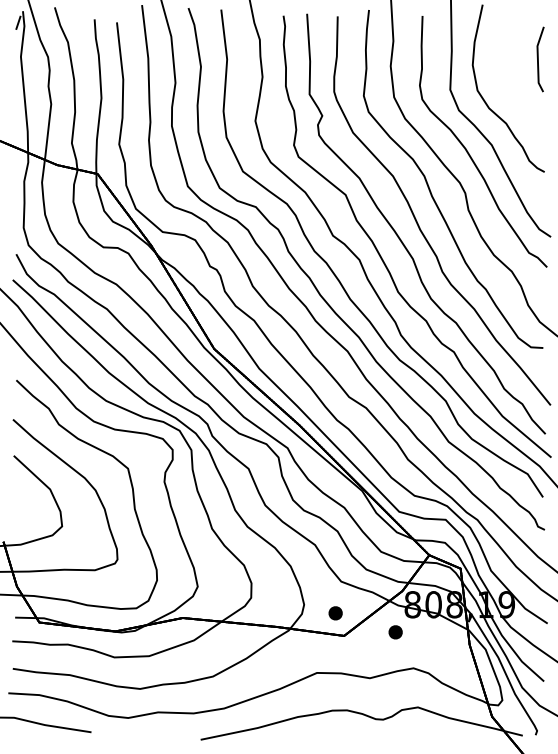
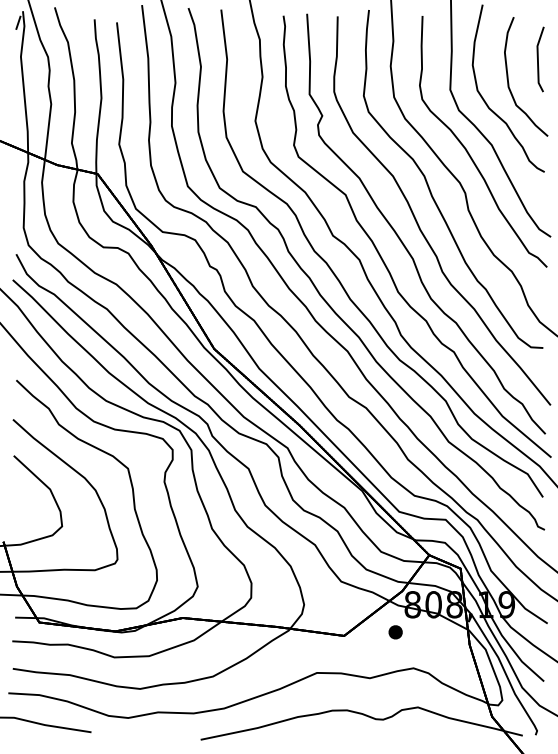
part at (508, 76): none -> present
part at (335, 613): present -> none
